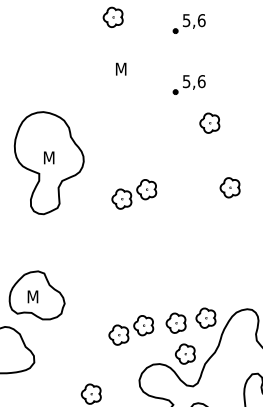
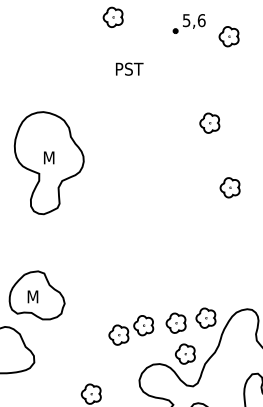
part at (228, 36): none -> present
text at (130, 68): M -> PST
part at (188, 84): present -> none
part at (134, 194): present -> none
